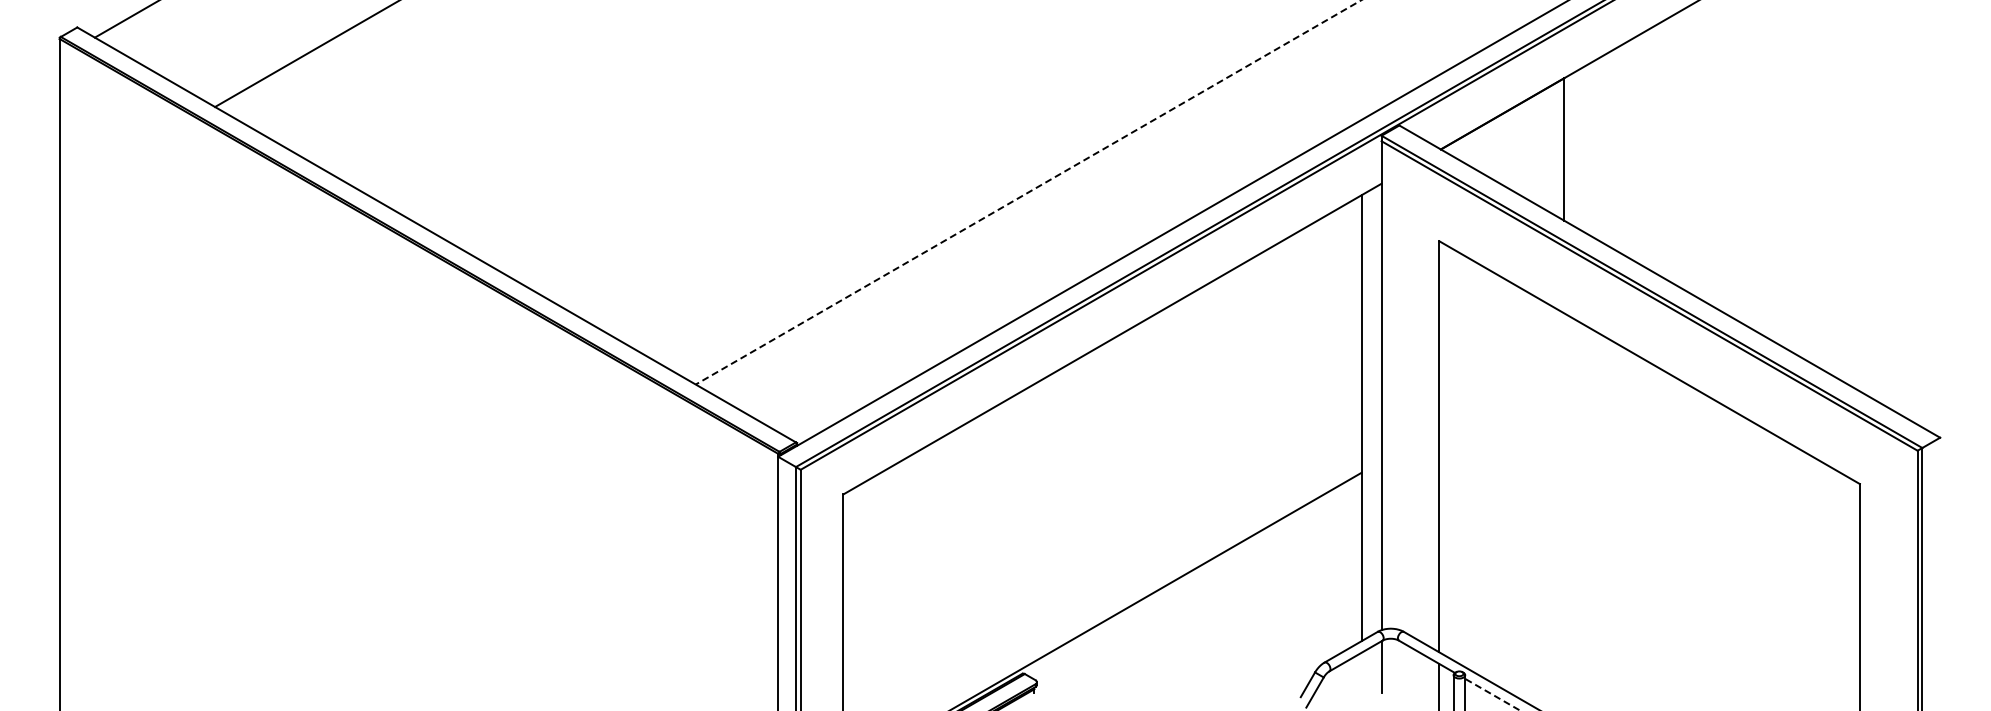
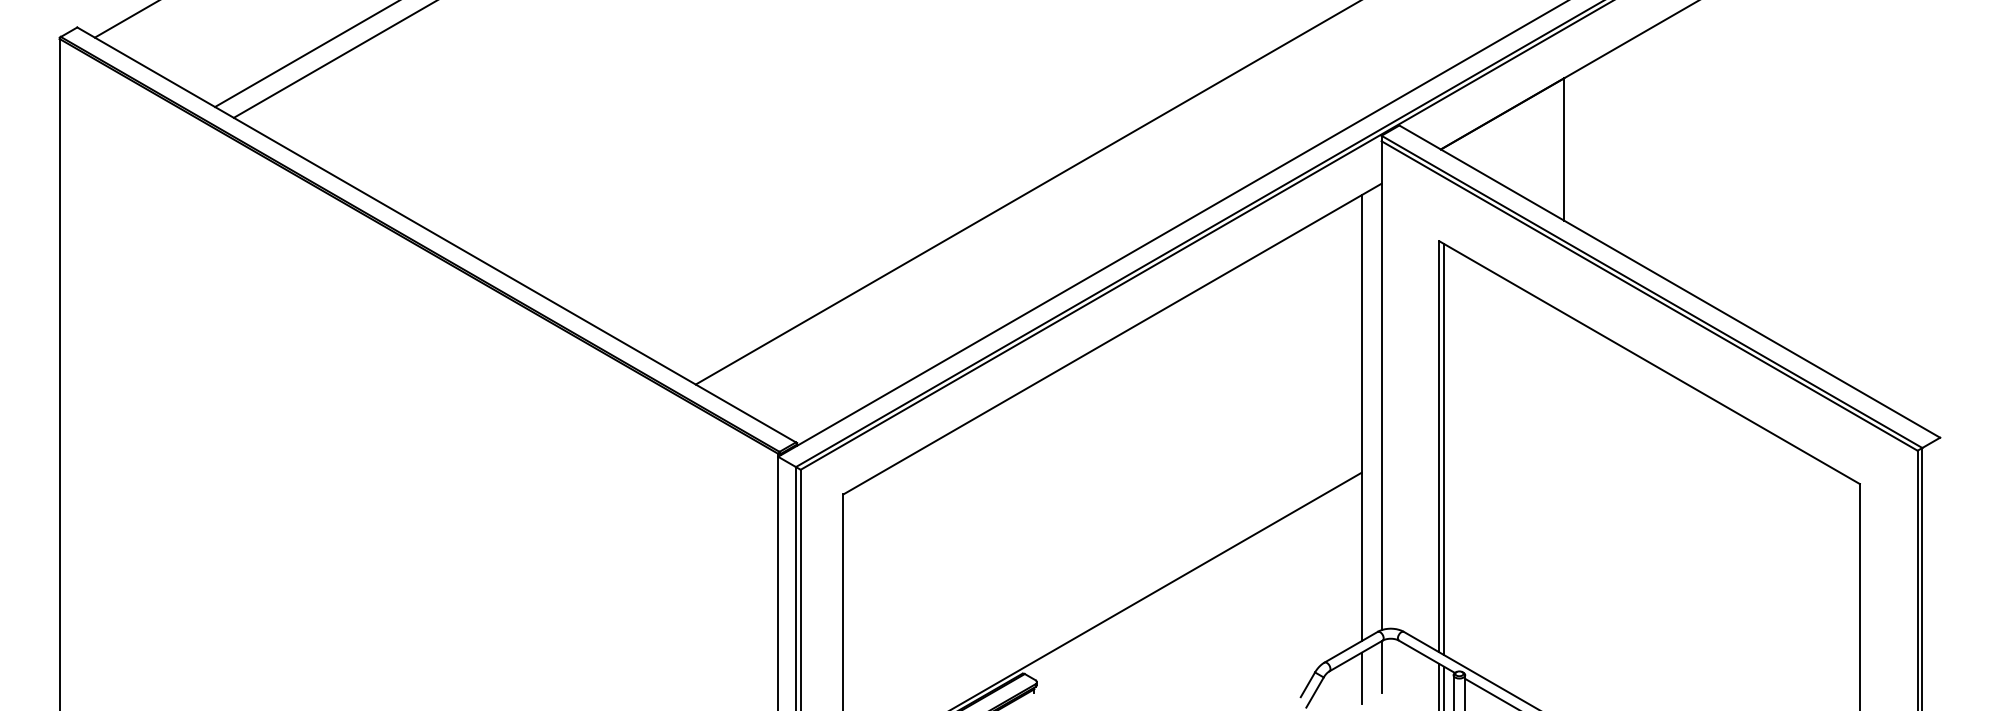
line at (333, 59): none -> present
line at (1028, 192): dashed -> solid
line at (1444, 449): none -> present
line at (1361, 677): none -> present
line at (1444, 686): none -> present
line at (1492, 694): dashed -> solid
